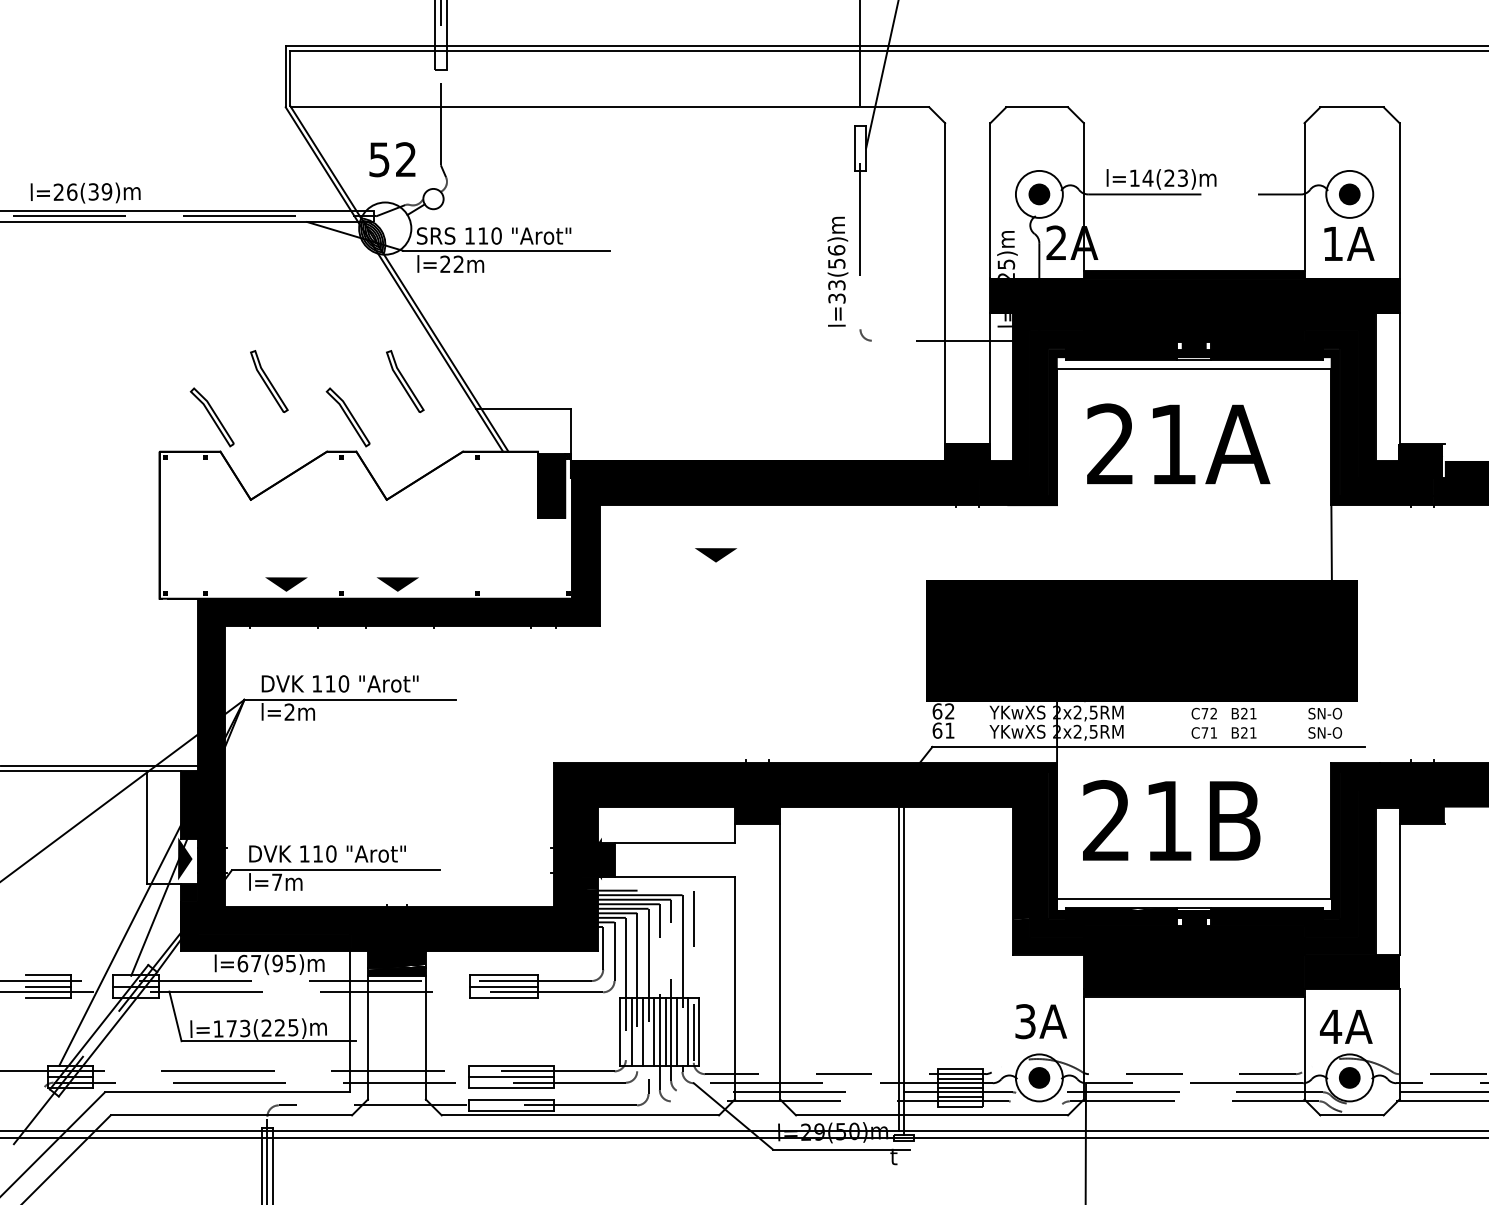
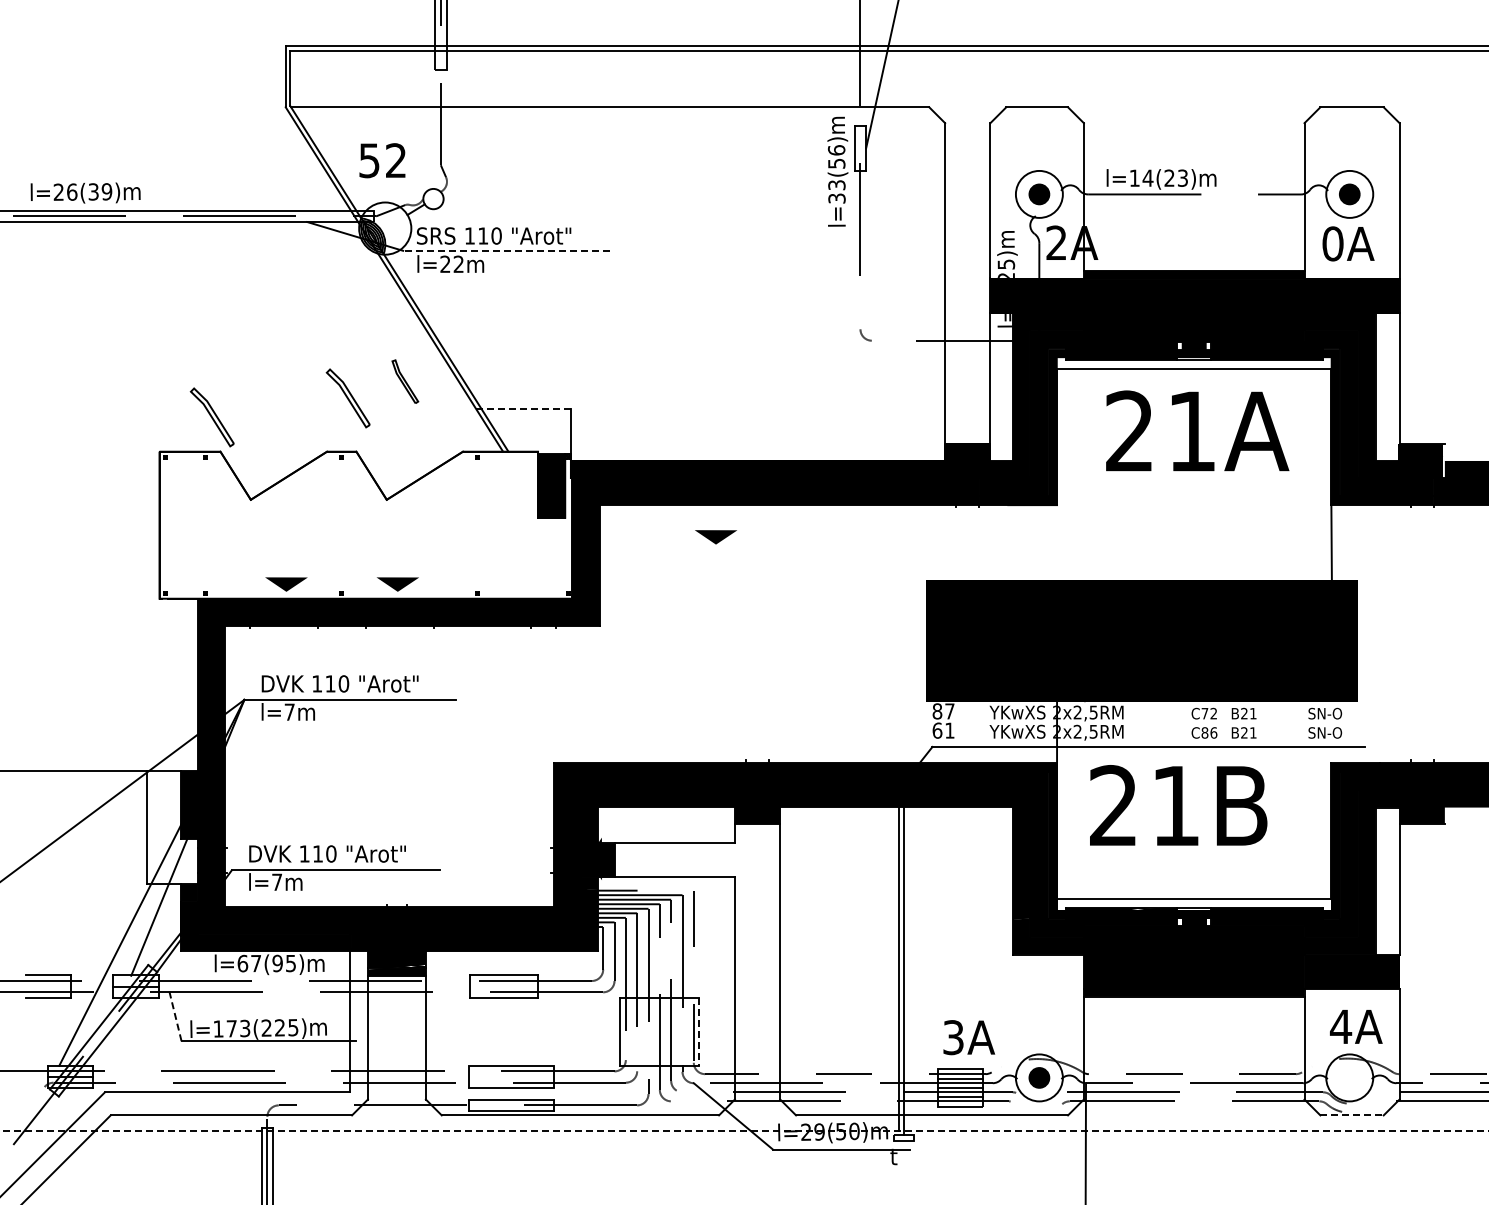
text at (392, 159) position: (392, 159) -> (382, 160)
text at (1332, 243): 1A -> 0A
line at (506, 250): solid -> dashed
text at (837, 271) position: (837, 271) -> (837, 171)
part at (269, 381): present -> none
part at (405, 381) size: 39x64 px -> 29x45 px
line at (524, 409): solid -> dashed
part at (347, 417) position: (347, 417) -> (347, 398)
text at (1178, 443) position: (1178, 443) -> (1197, 430)
part at (715, 555) position: (715, 555) -> (715, 537)
text at (289, 711): l=2m -> l=7m
text at (943, 711): 62 -> 87
text at (1209, 732): C71 -> C86
line at (100, 766): present -> none
text at (1171, 820) position: (1171, 820) -> (1178, 805)
fill at (185, 858): present -> none
line at (48, 986): present -> none
line at (503, 986): present -> none
line at (175, 1016): solid -> dashed
text at (1041, 1021) position: (1041, 1021) -> (969, 1037)
text at (1346, 1026) position: (1346, 1026) -> (1356, 1026)
line at (631, 1031): present -> none
line at (642, 1031): present -> none
line at (654, 1031): present -> none
line at (665, 1031): present -> none
line at (676, 1031): present -> none
line at (688, 1031): present -> none
line at (699, 1031): solid -> dashed
line at (511, 1077): present -> none
part at (1349, 1077): present -> none
line at (1352, 1115): solid -> dashed
line at (744, 1131): solid -> dashed
line at (743, 1138): present -> none
